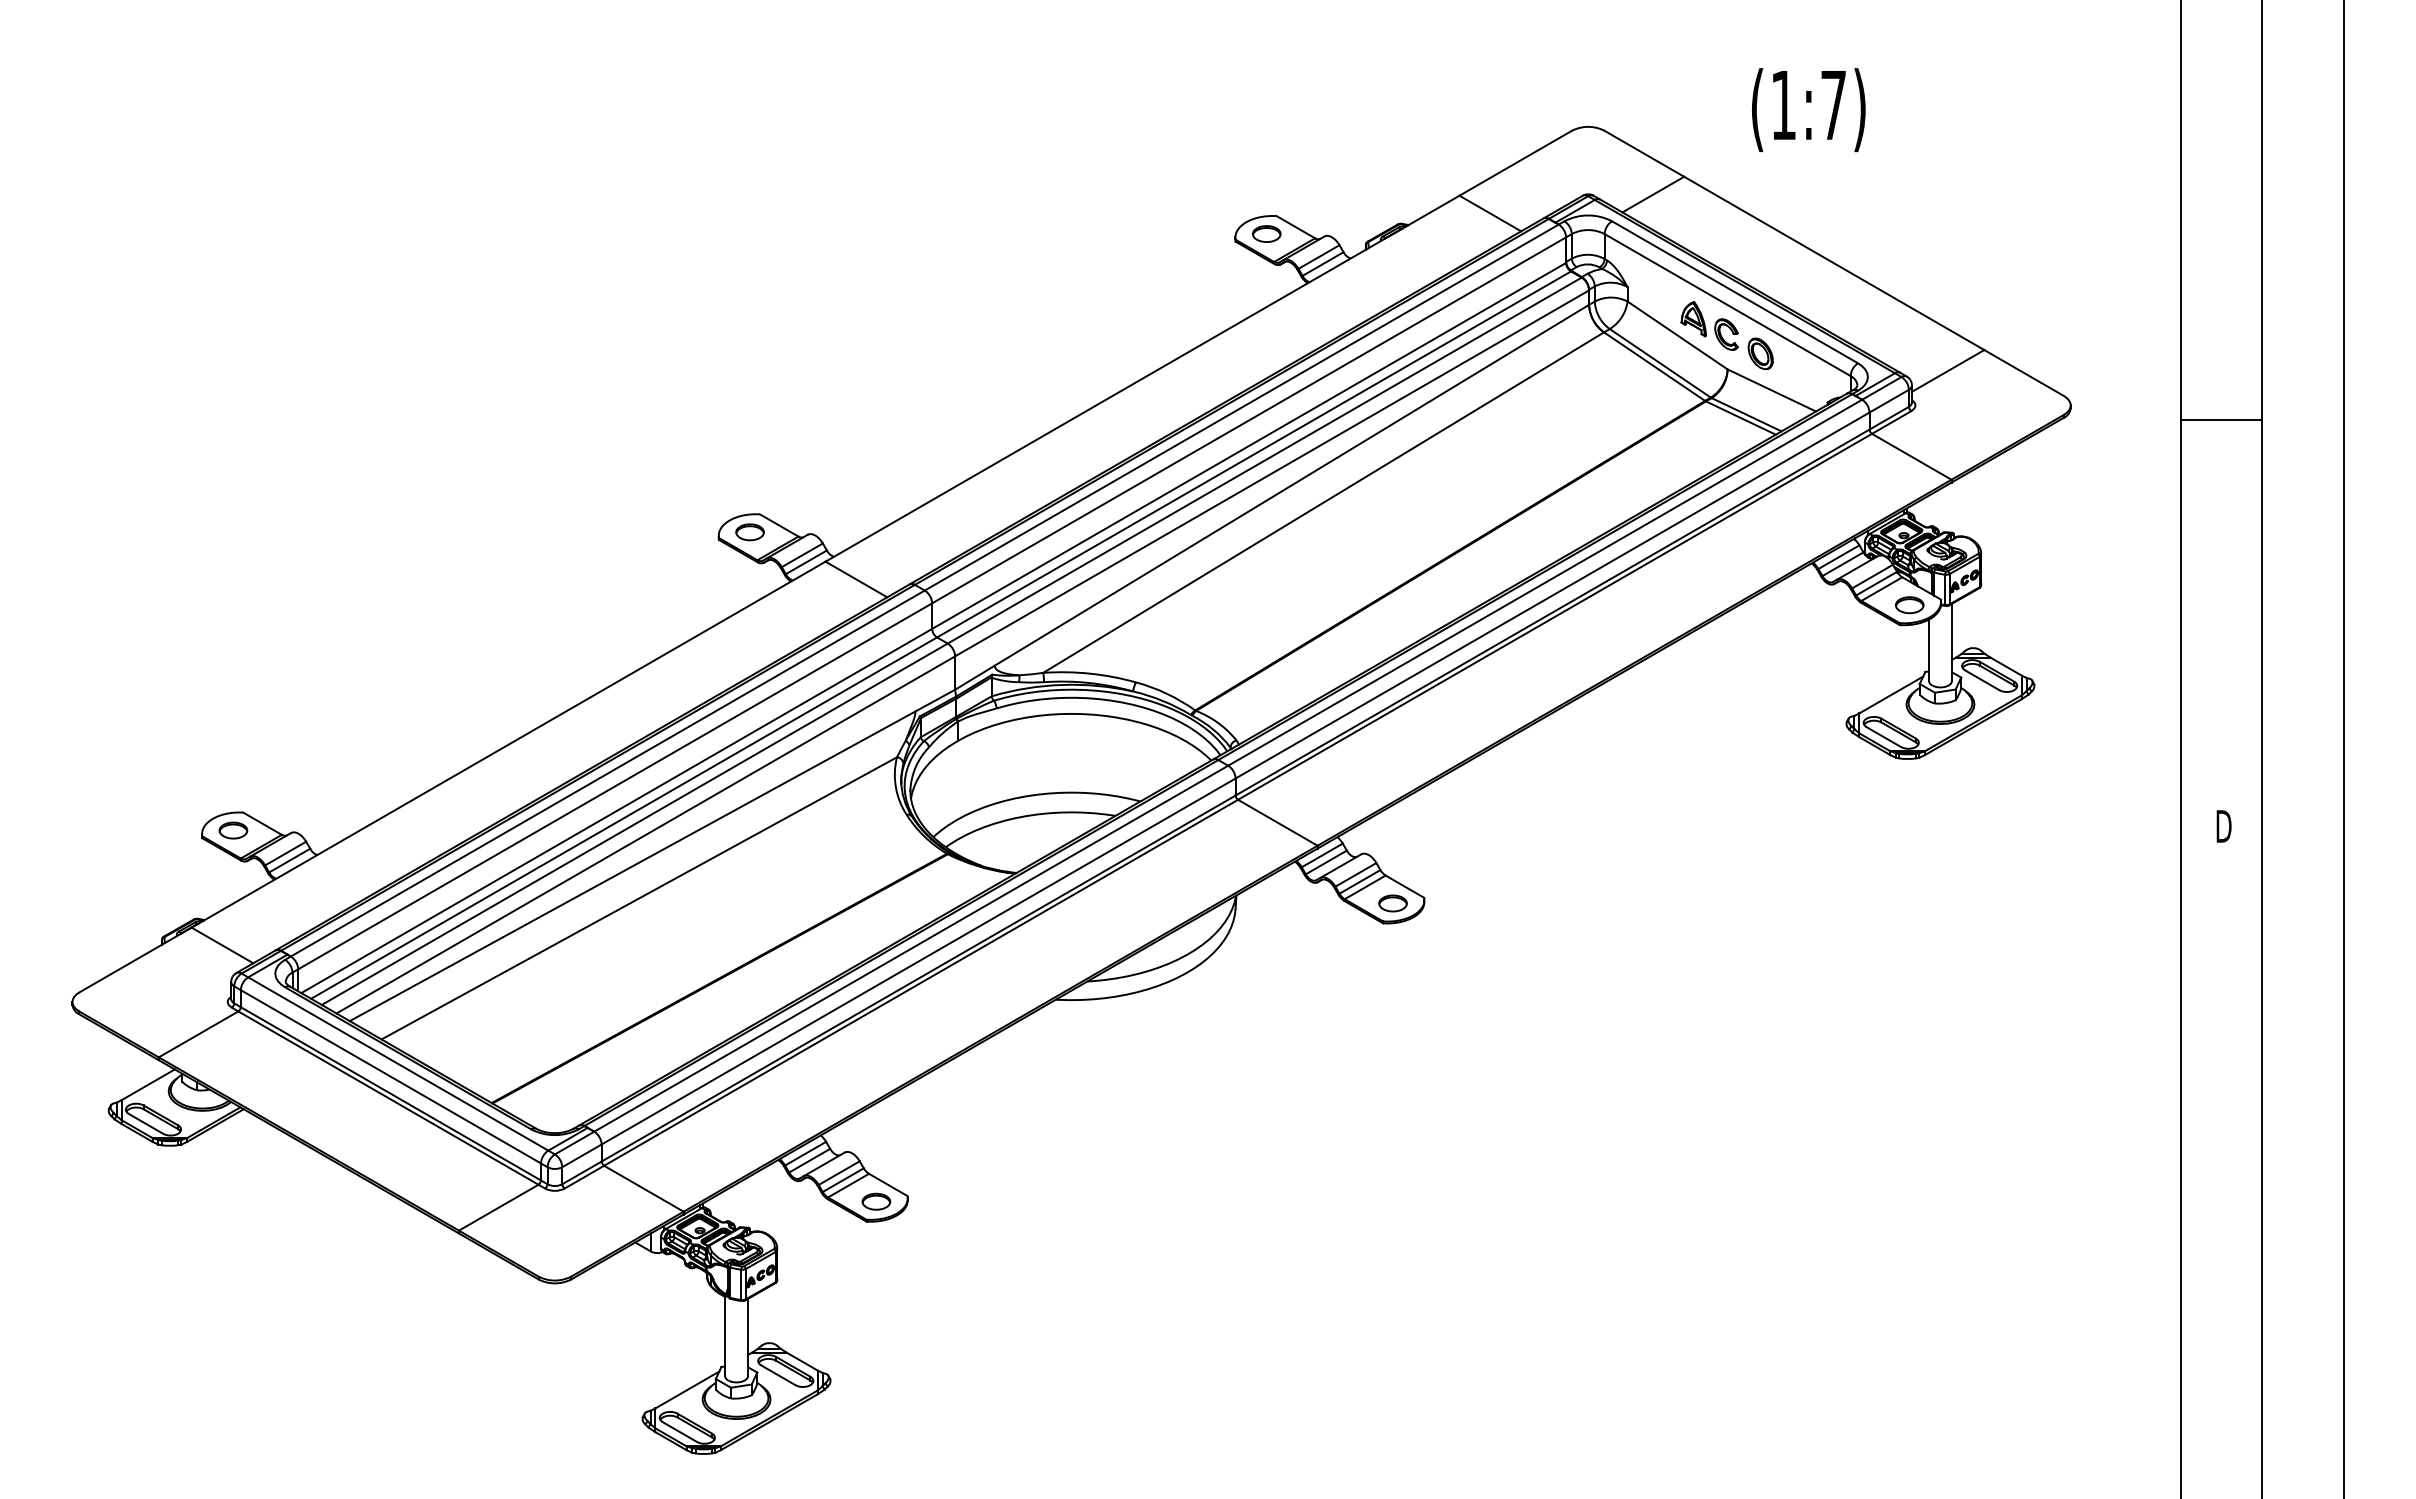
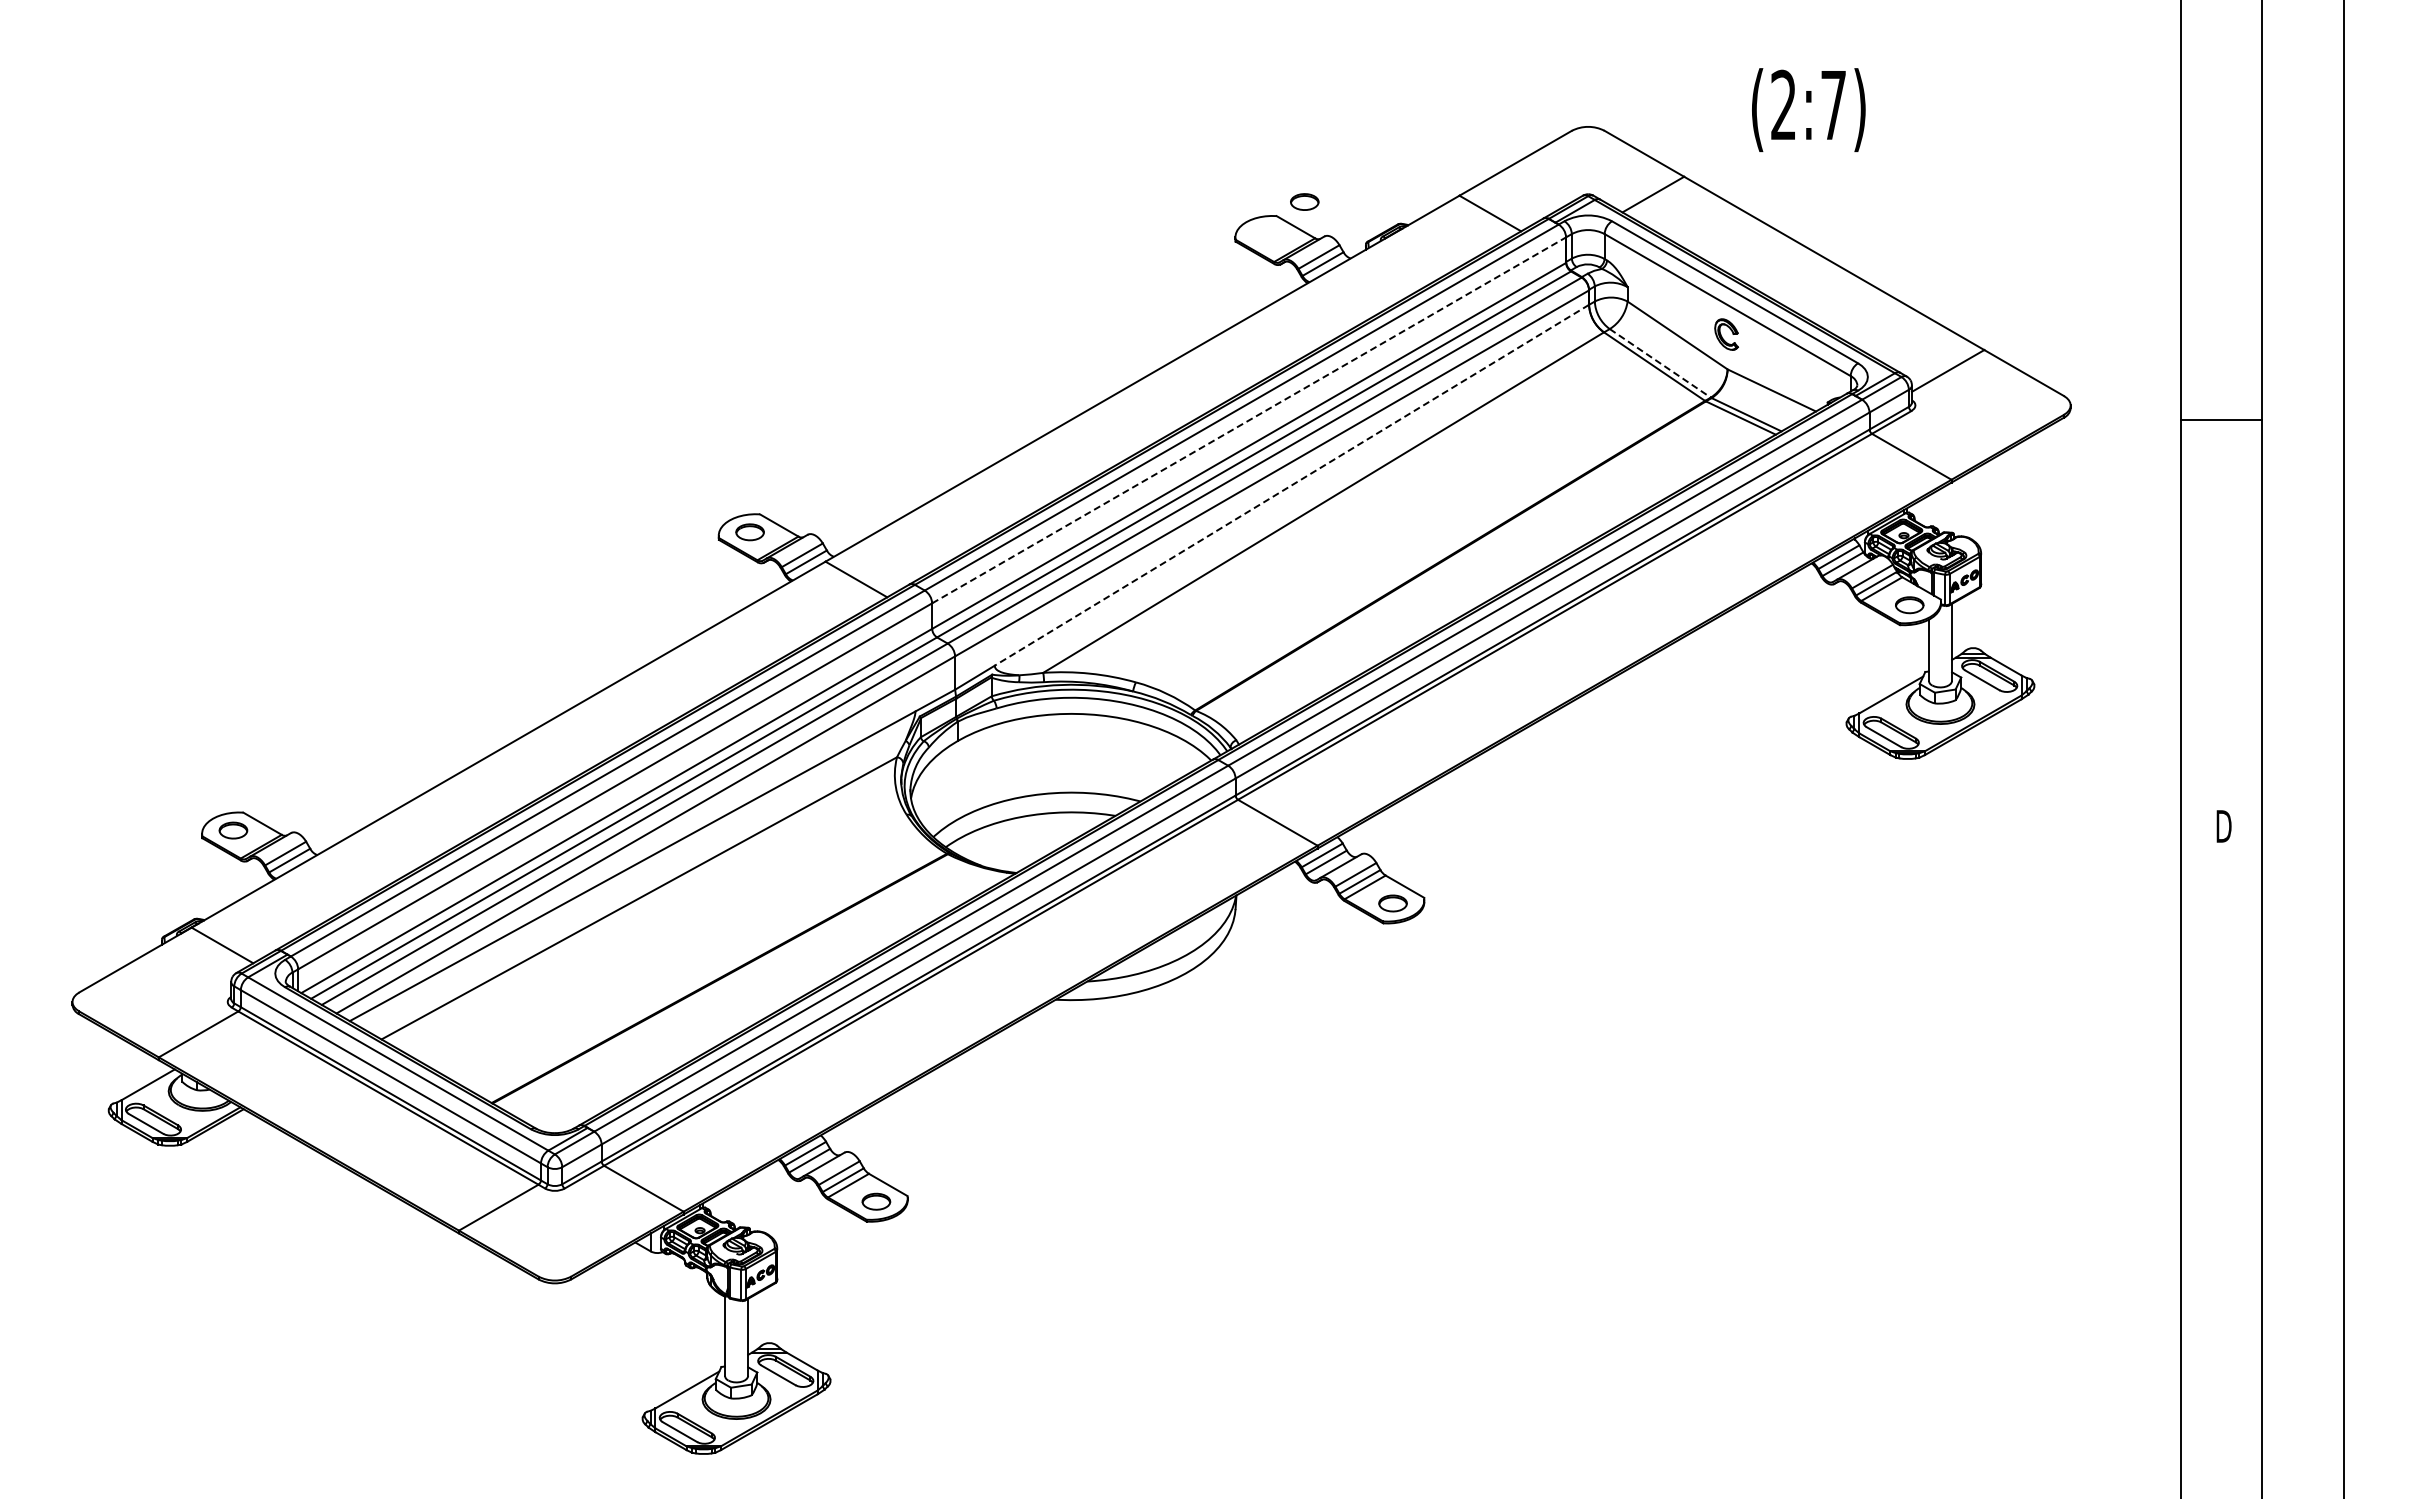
text at (1783, 104): (1:7) -> (2:7)
part at (1266, 233) position: (1266, 233) -> (1304, 201)
part at (1693, 319): present -> none
part at (1760, 353): present -> none
line at (1660, 363): solid -> dashed
line at (1249, 420): solid -> dashed
line at (1291, 485): solid -> dashed
